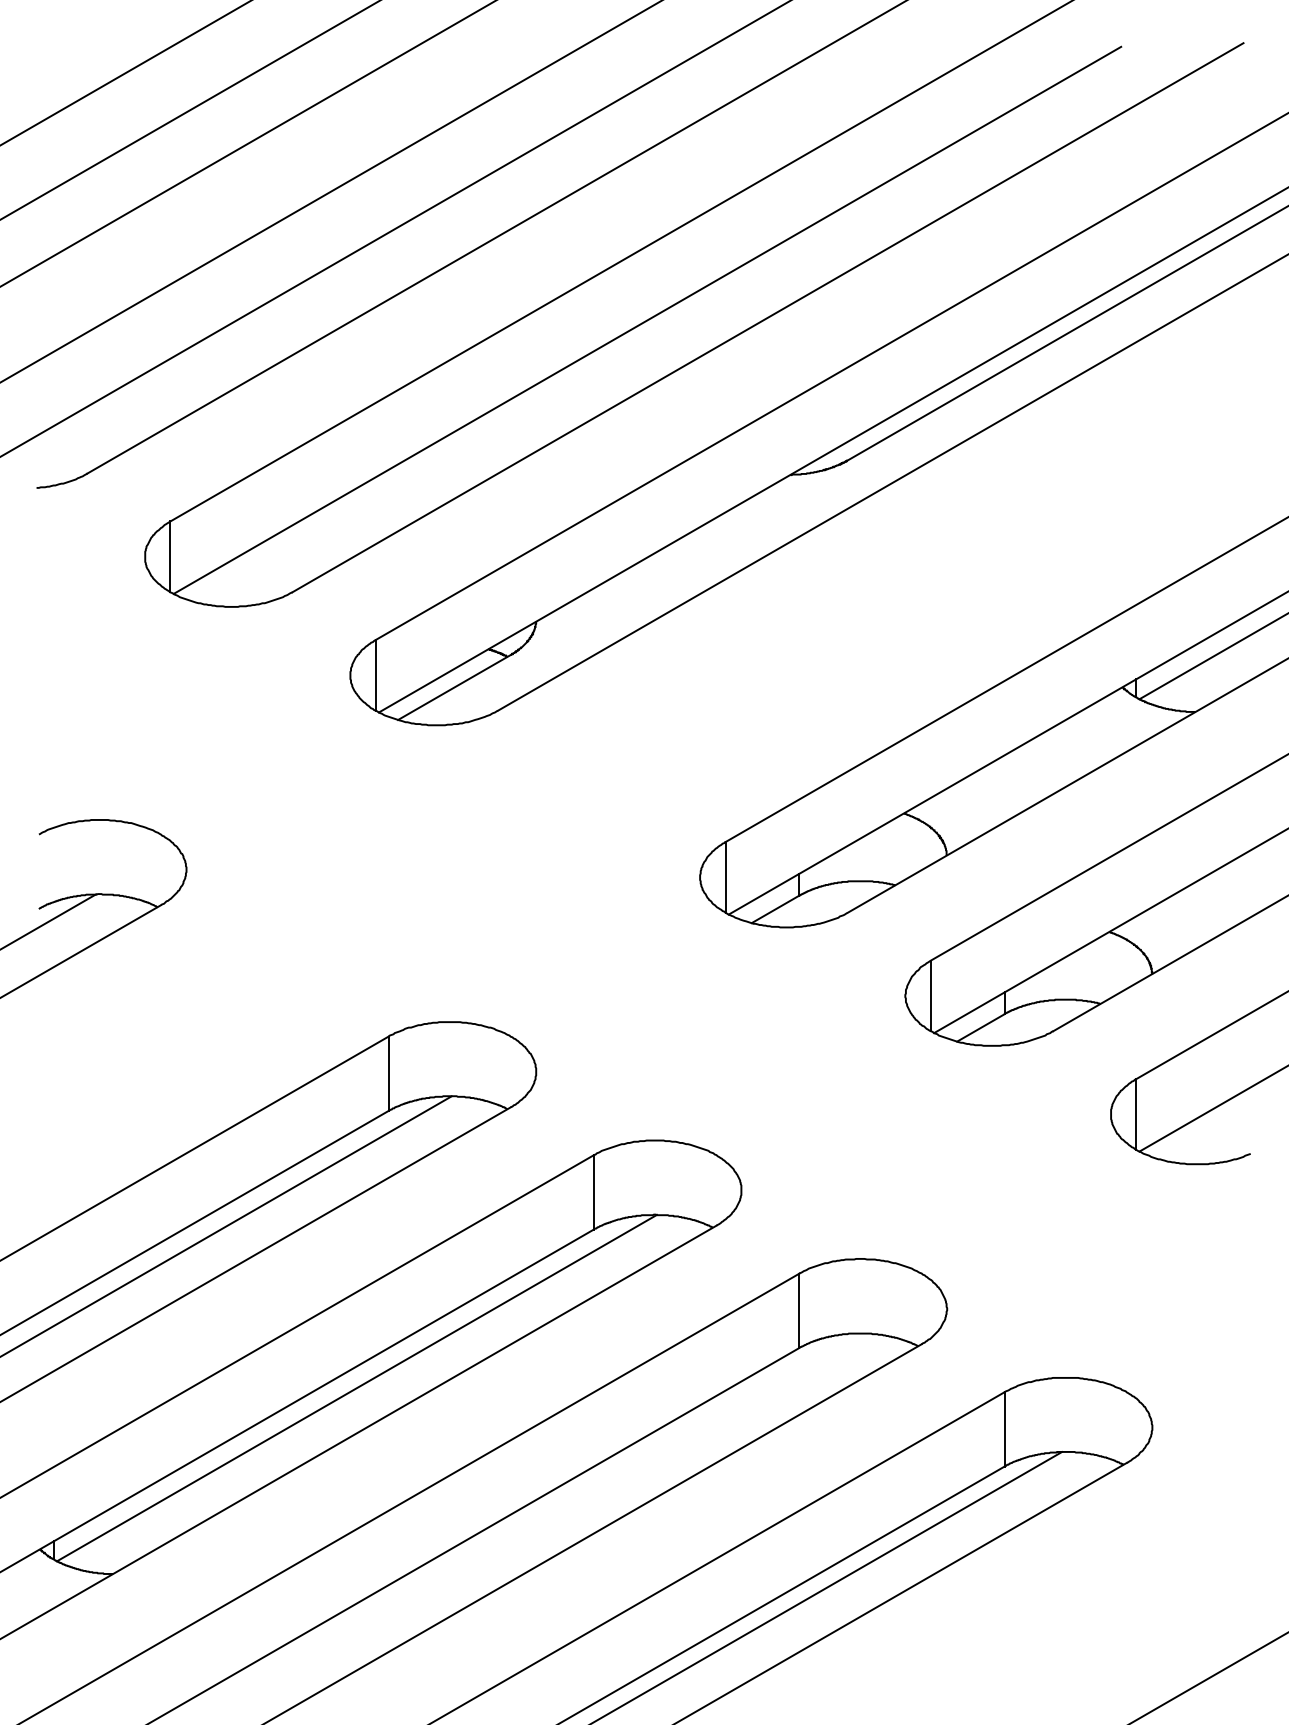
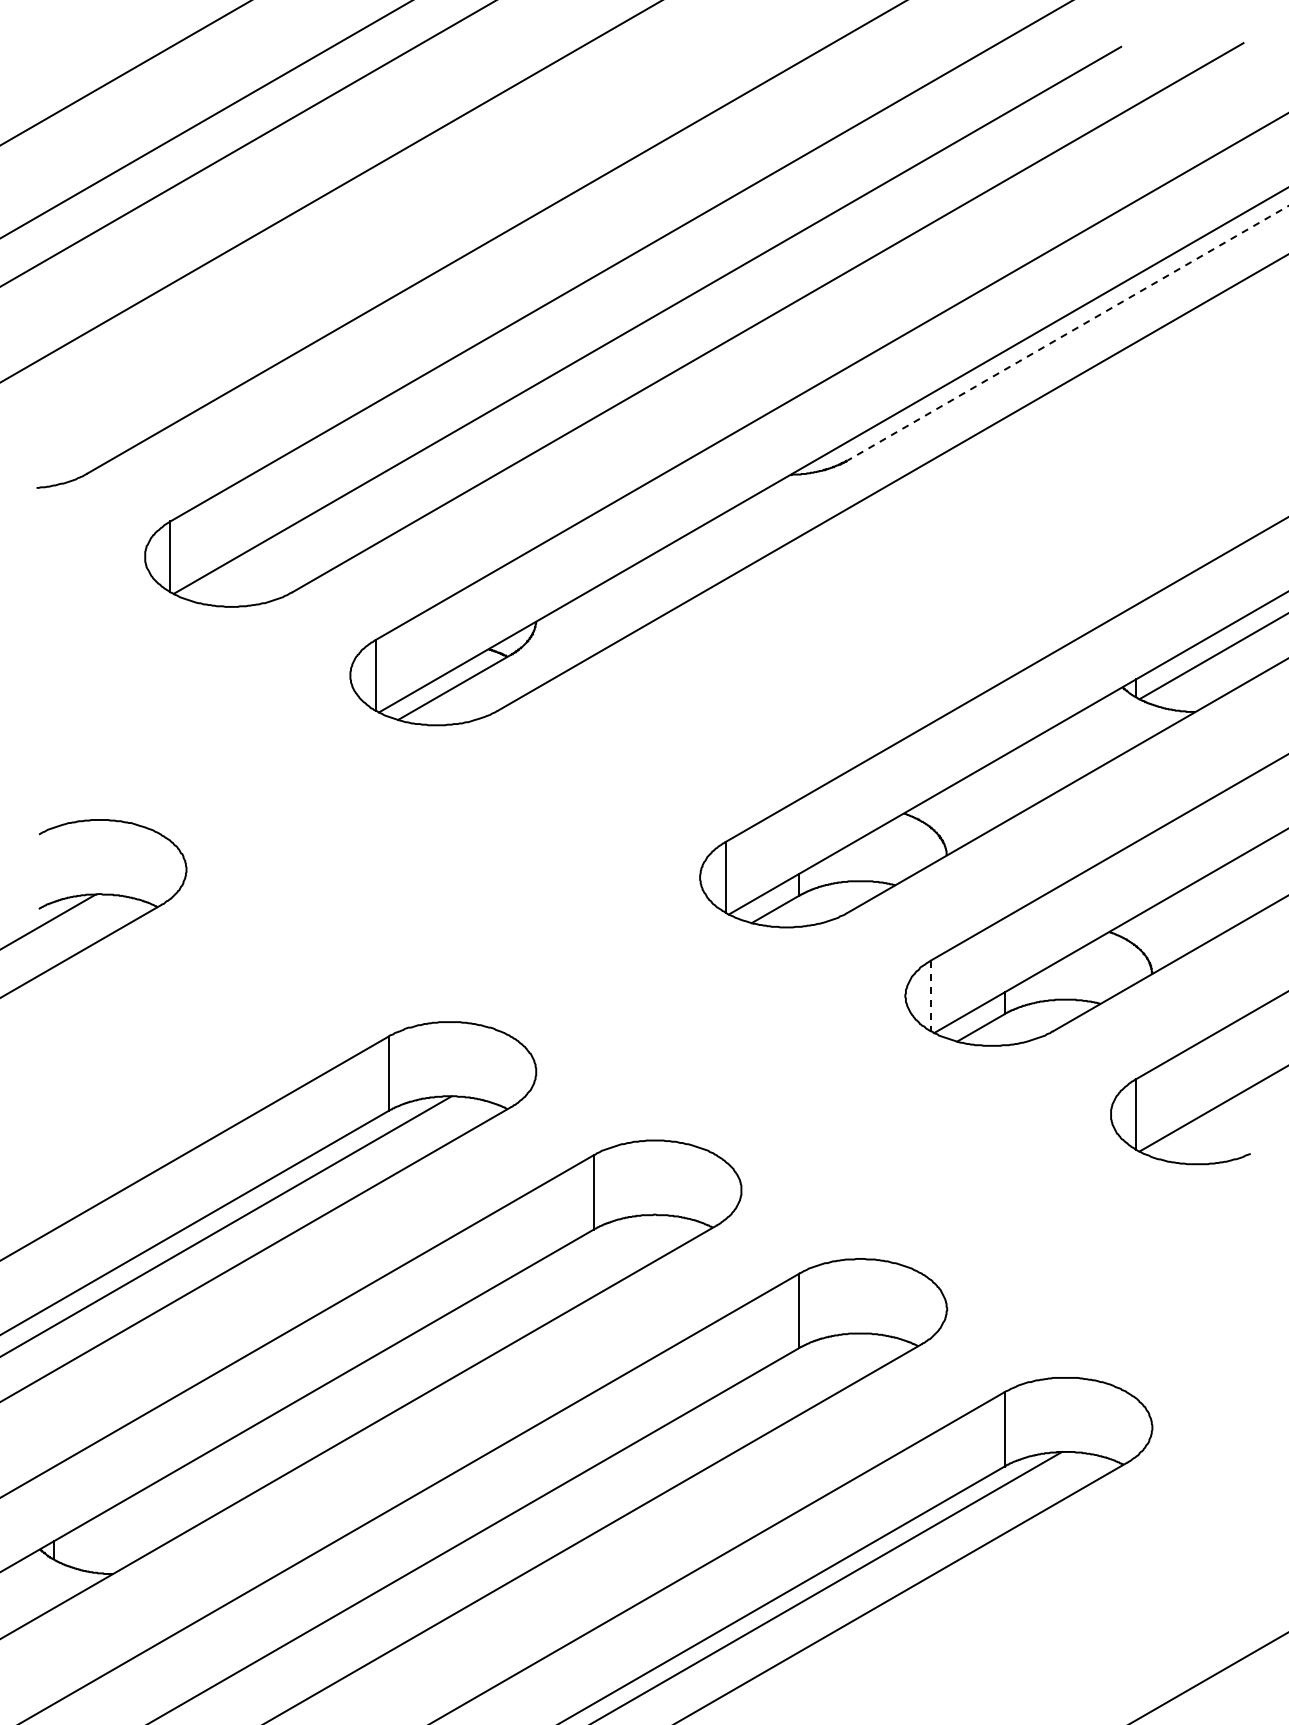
line at (189, 110) position: (189, 110) -> (205, 119)
line at (394, 228): present -> none
line at (1067, 333): solid -> dashed
line at (930, 996): solid -> dashed
line at (357, 1387): present -> none
